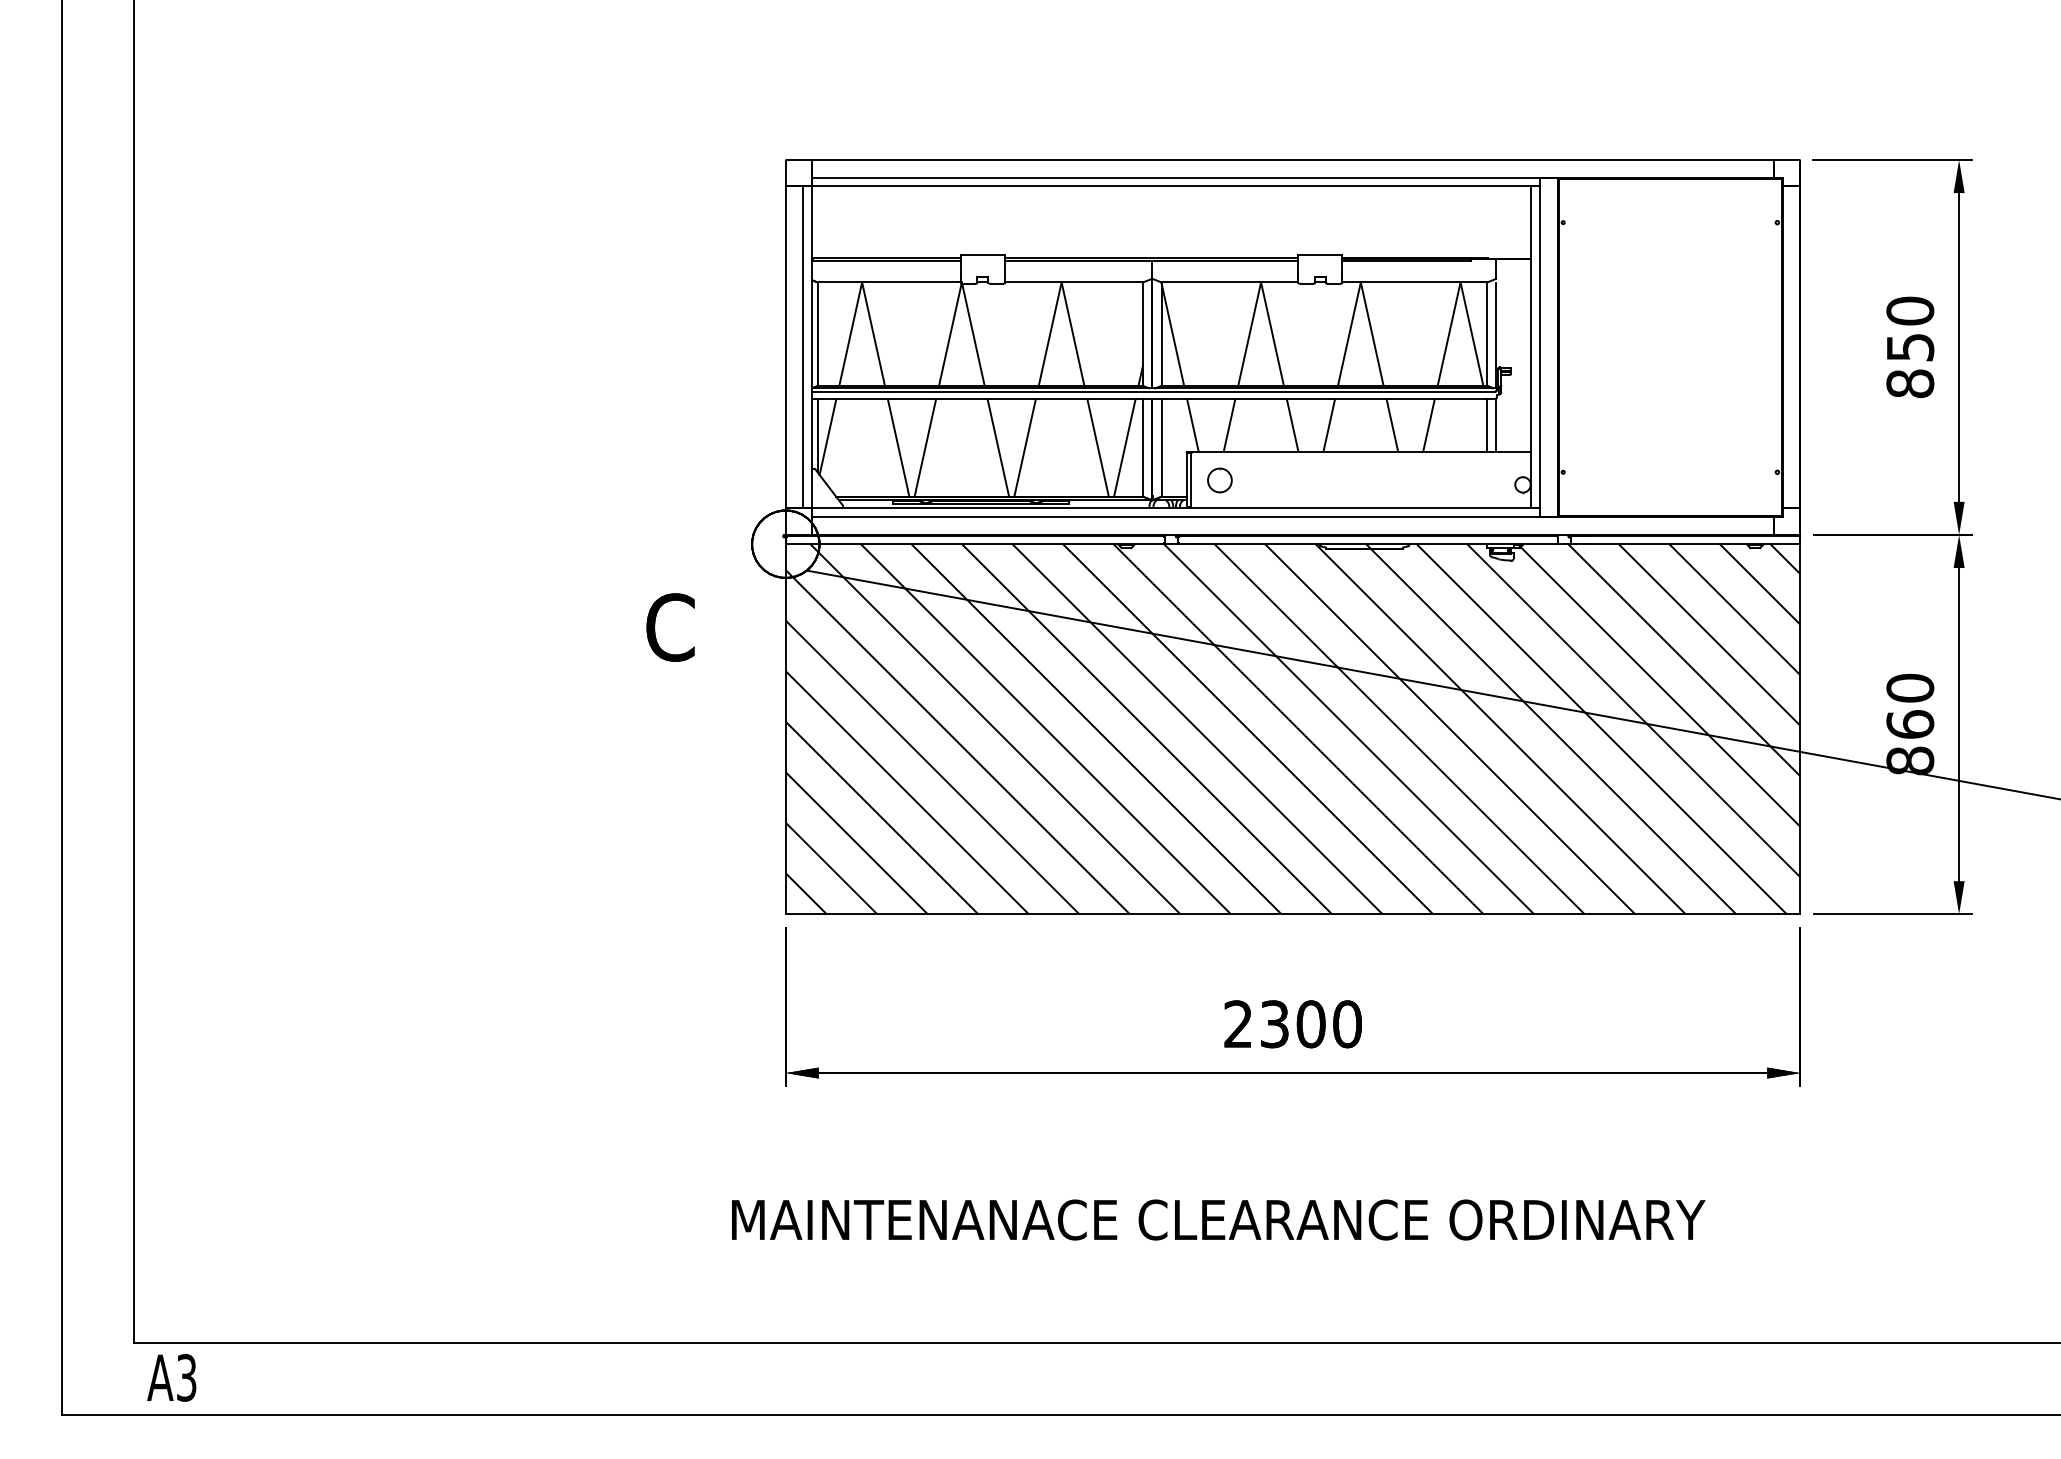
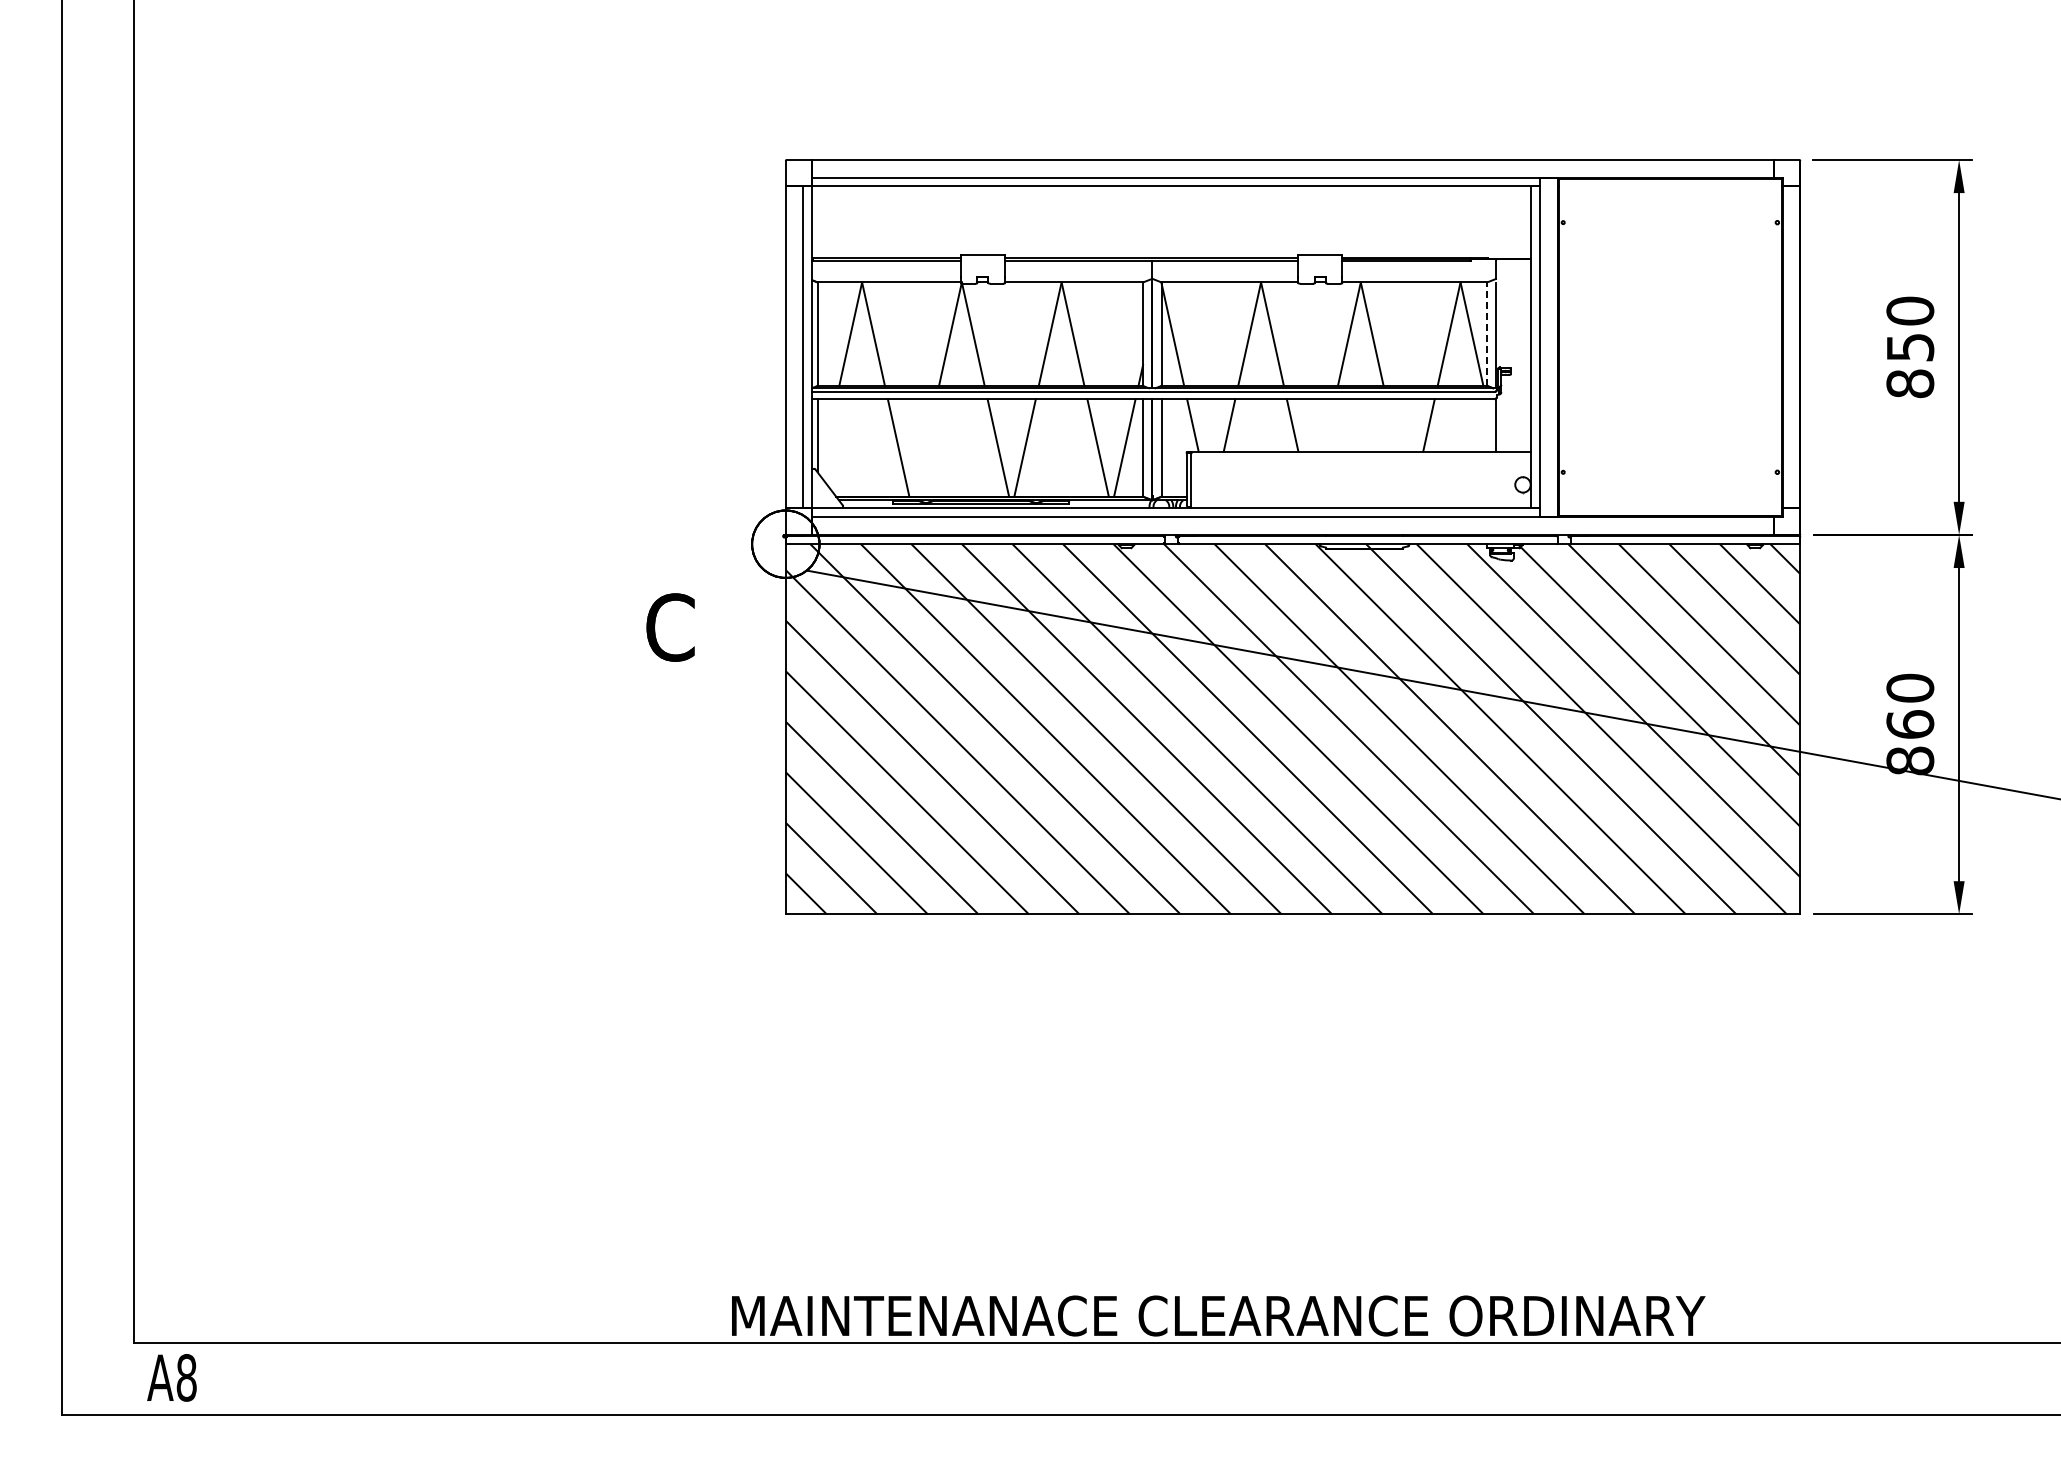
line at (1487, 334): solid -> dashed
line at (1329, 425): present -> none
line at (1392, 425): present -> none
line at (1487, 425): present -> none
line at (827, 437): present -> none
line at (925, 447): present -> none
part at (1219, 480): present -> none
part at (1292, 1006): present -> none
text at (1218, 1219) position: (1218, 1219) -> (1218, 1315)
text at (186, 1377): A3 -> A8
